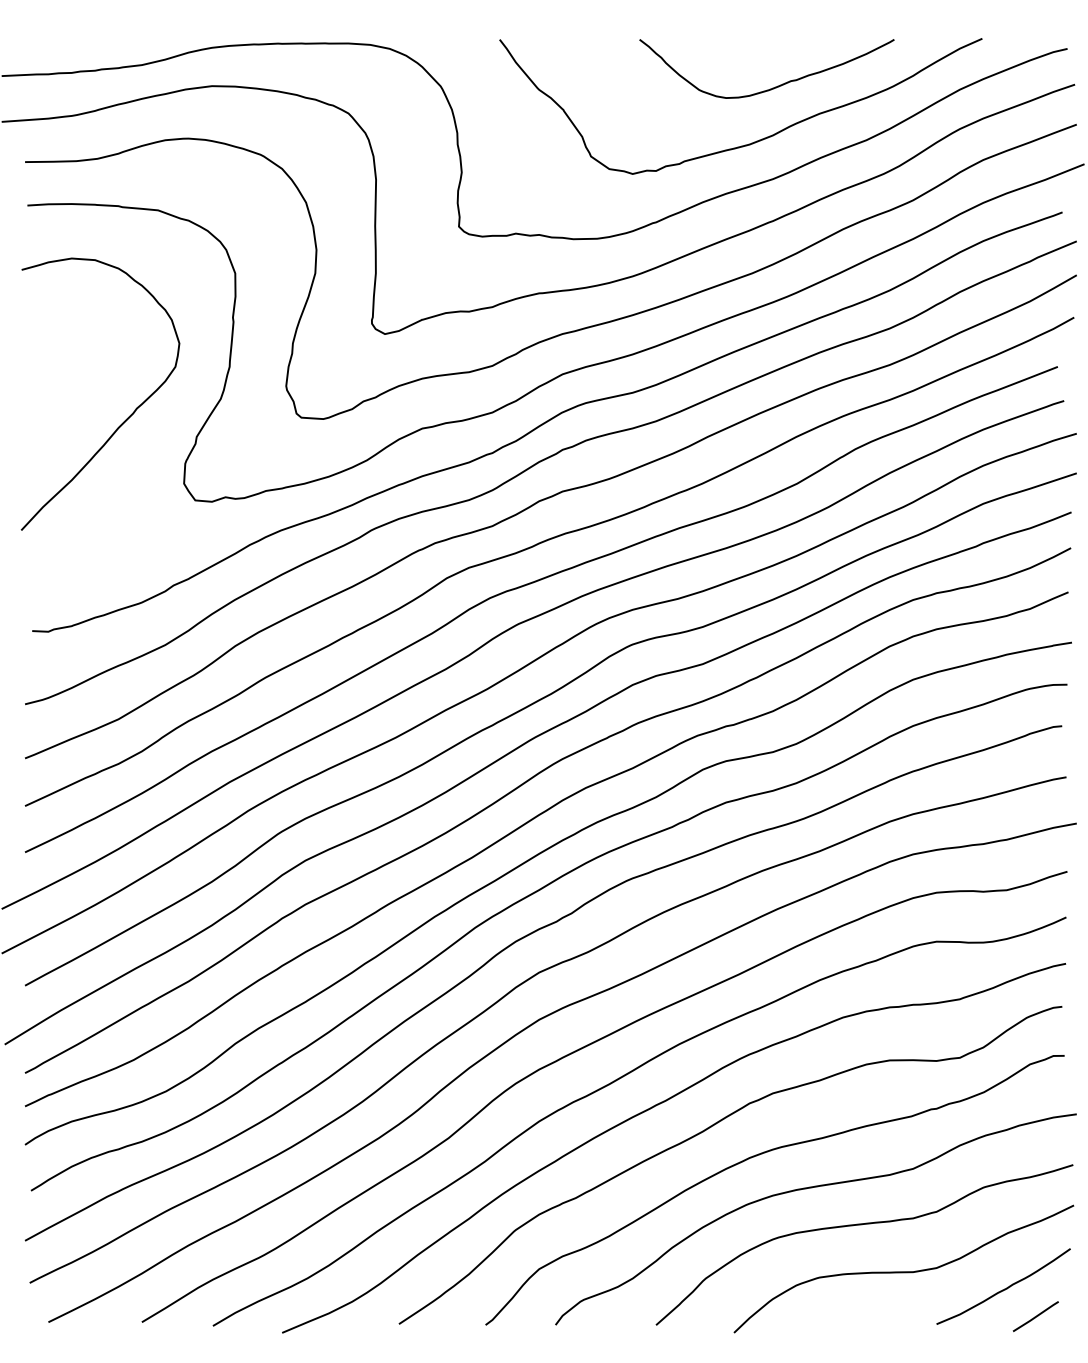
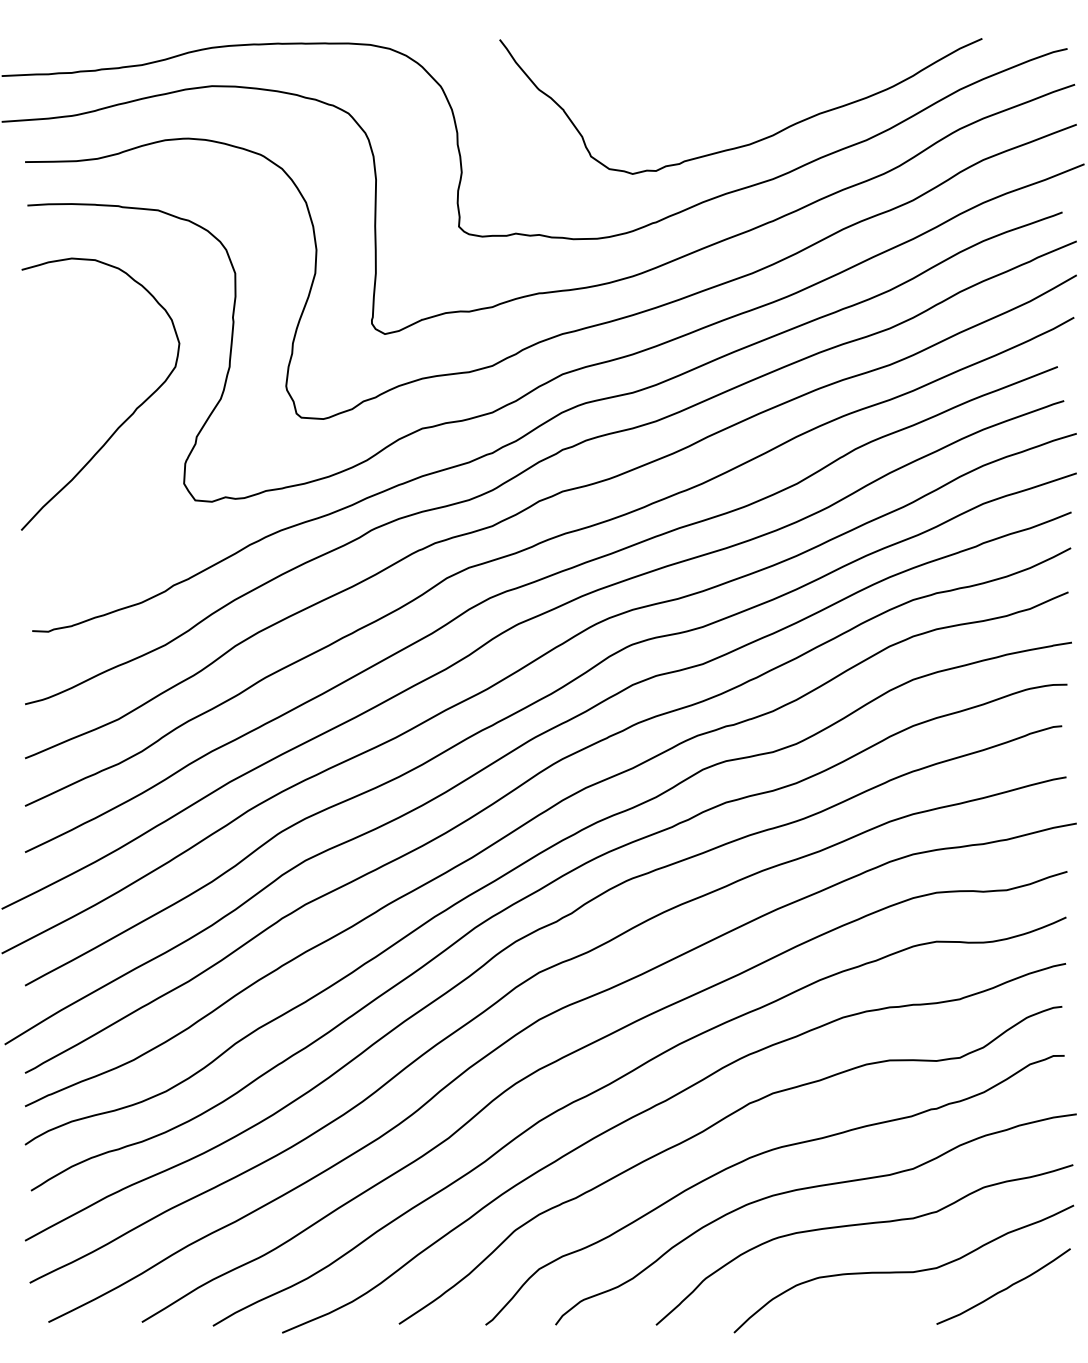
curve at (772, 87): present -> none
line at (1035, 1316): present -> none
